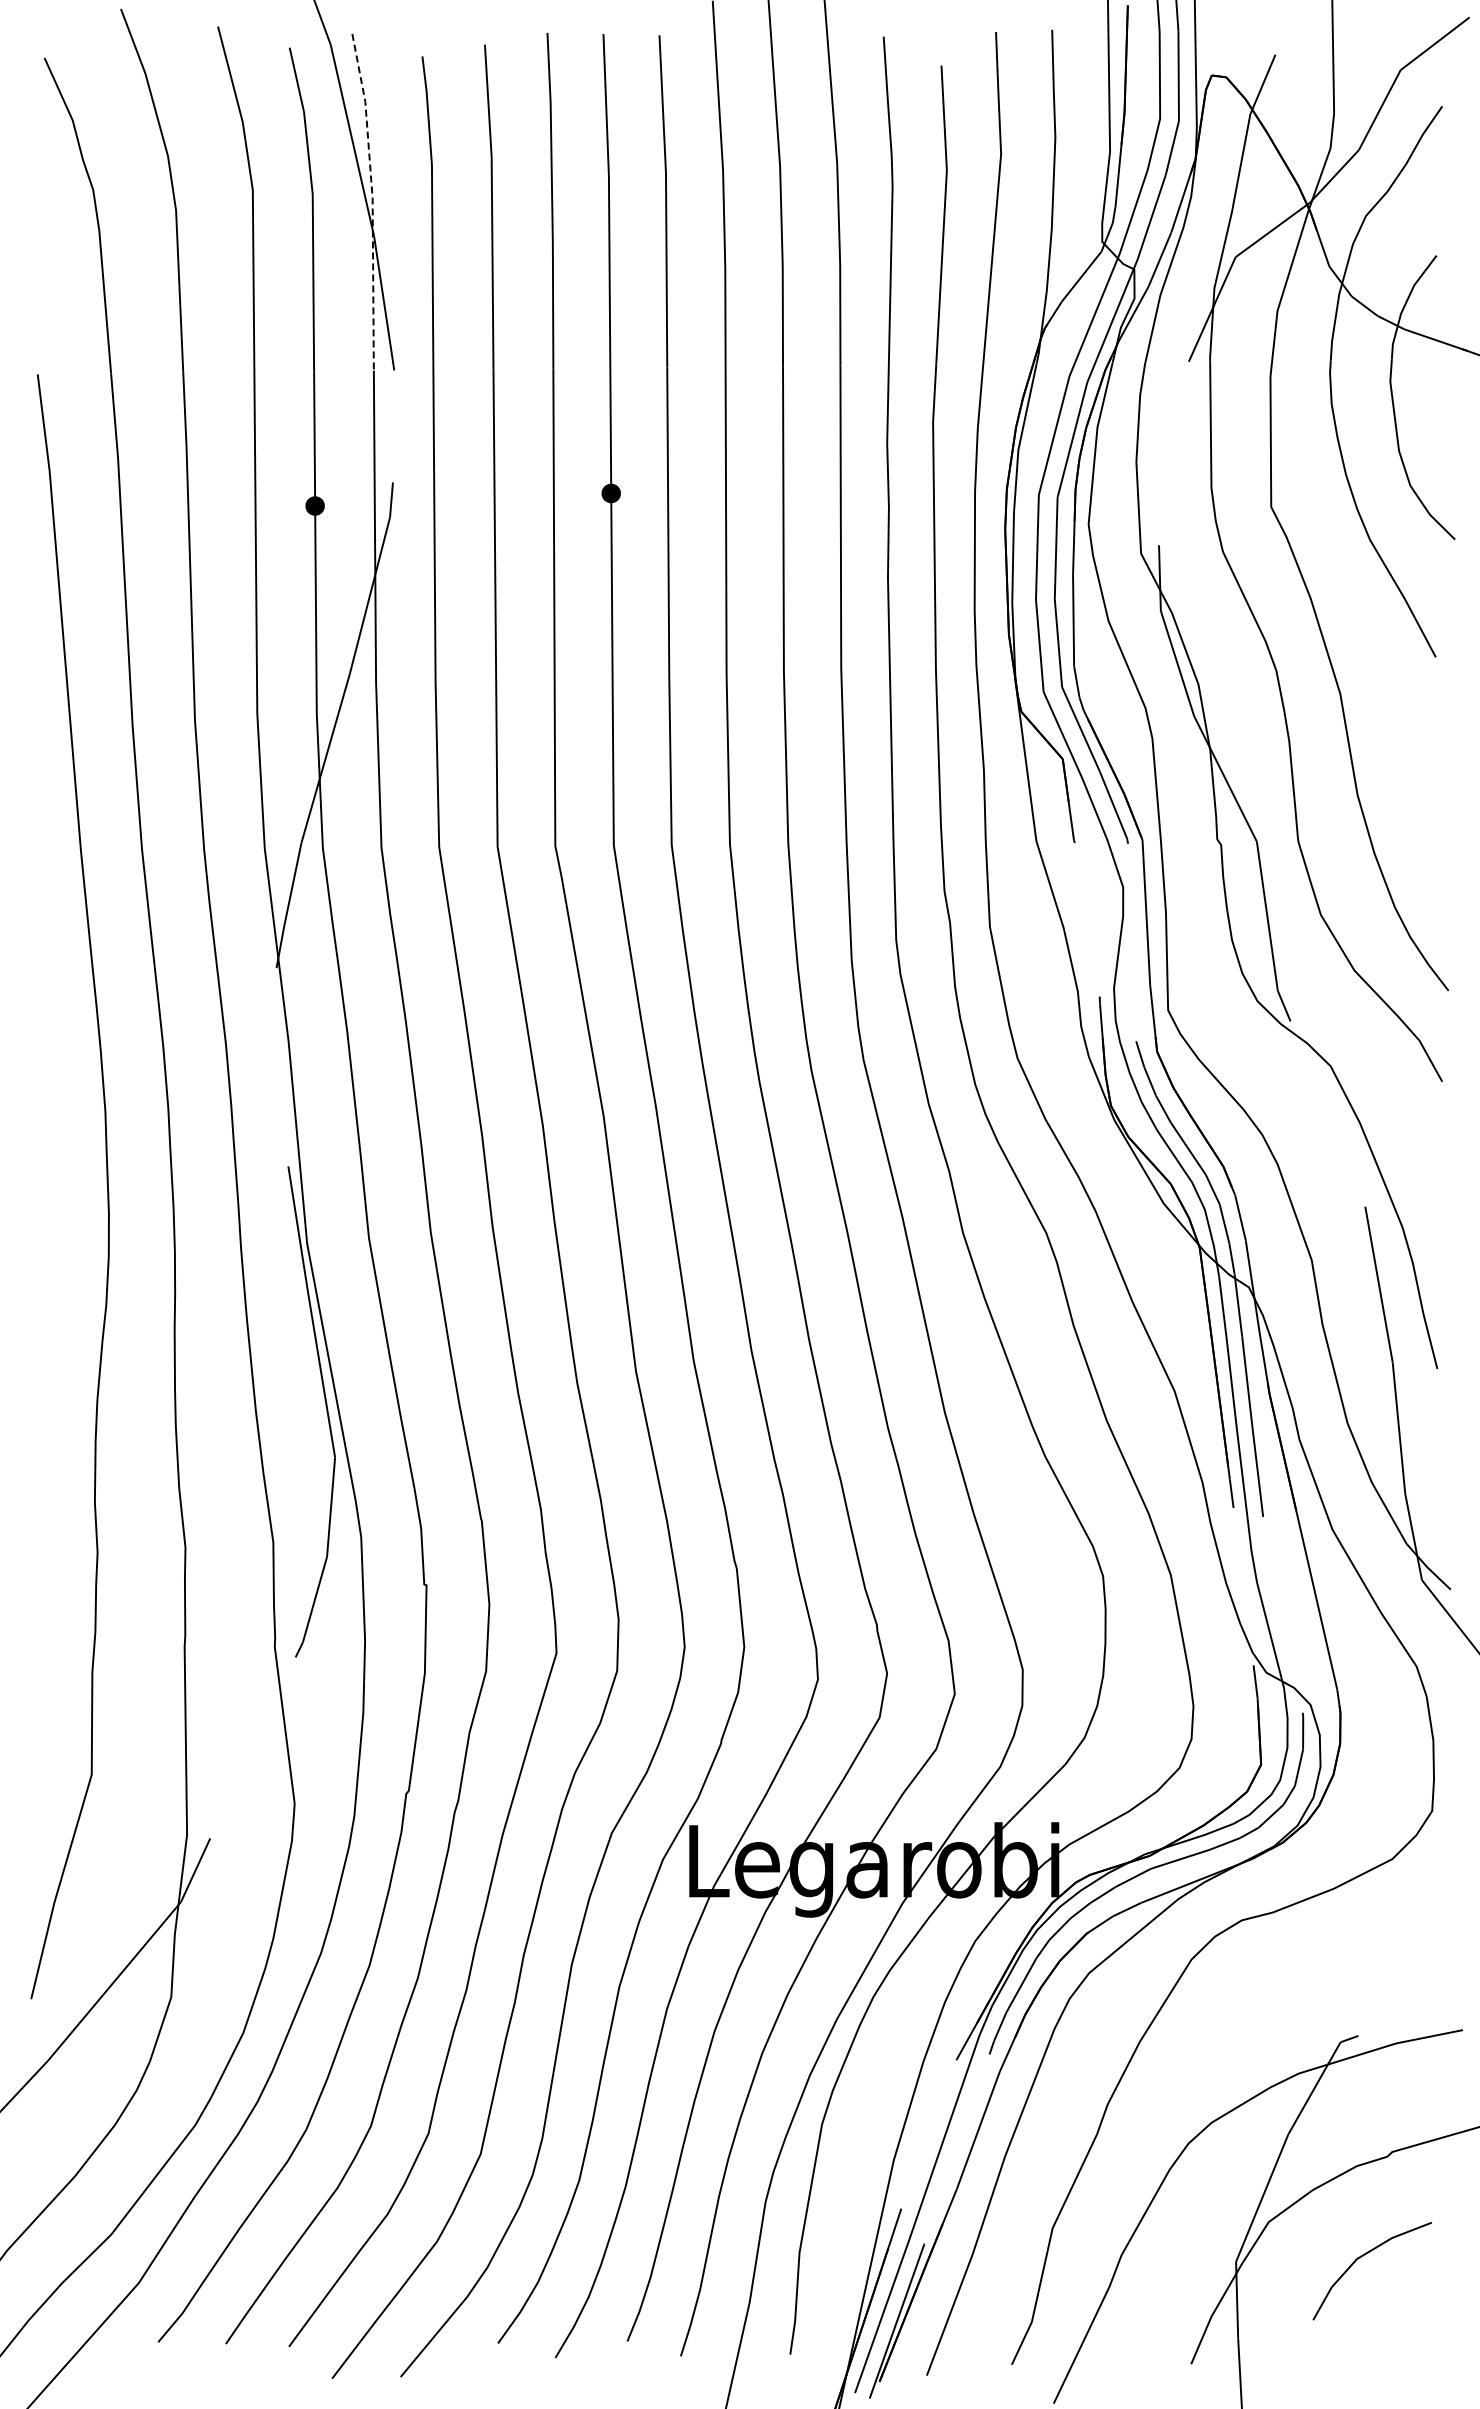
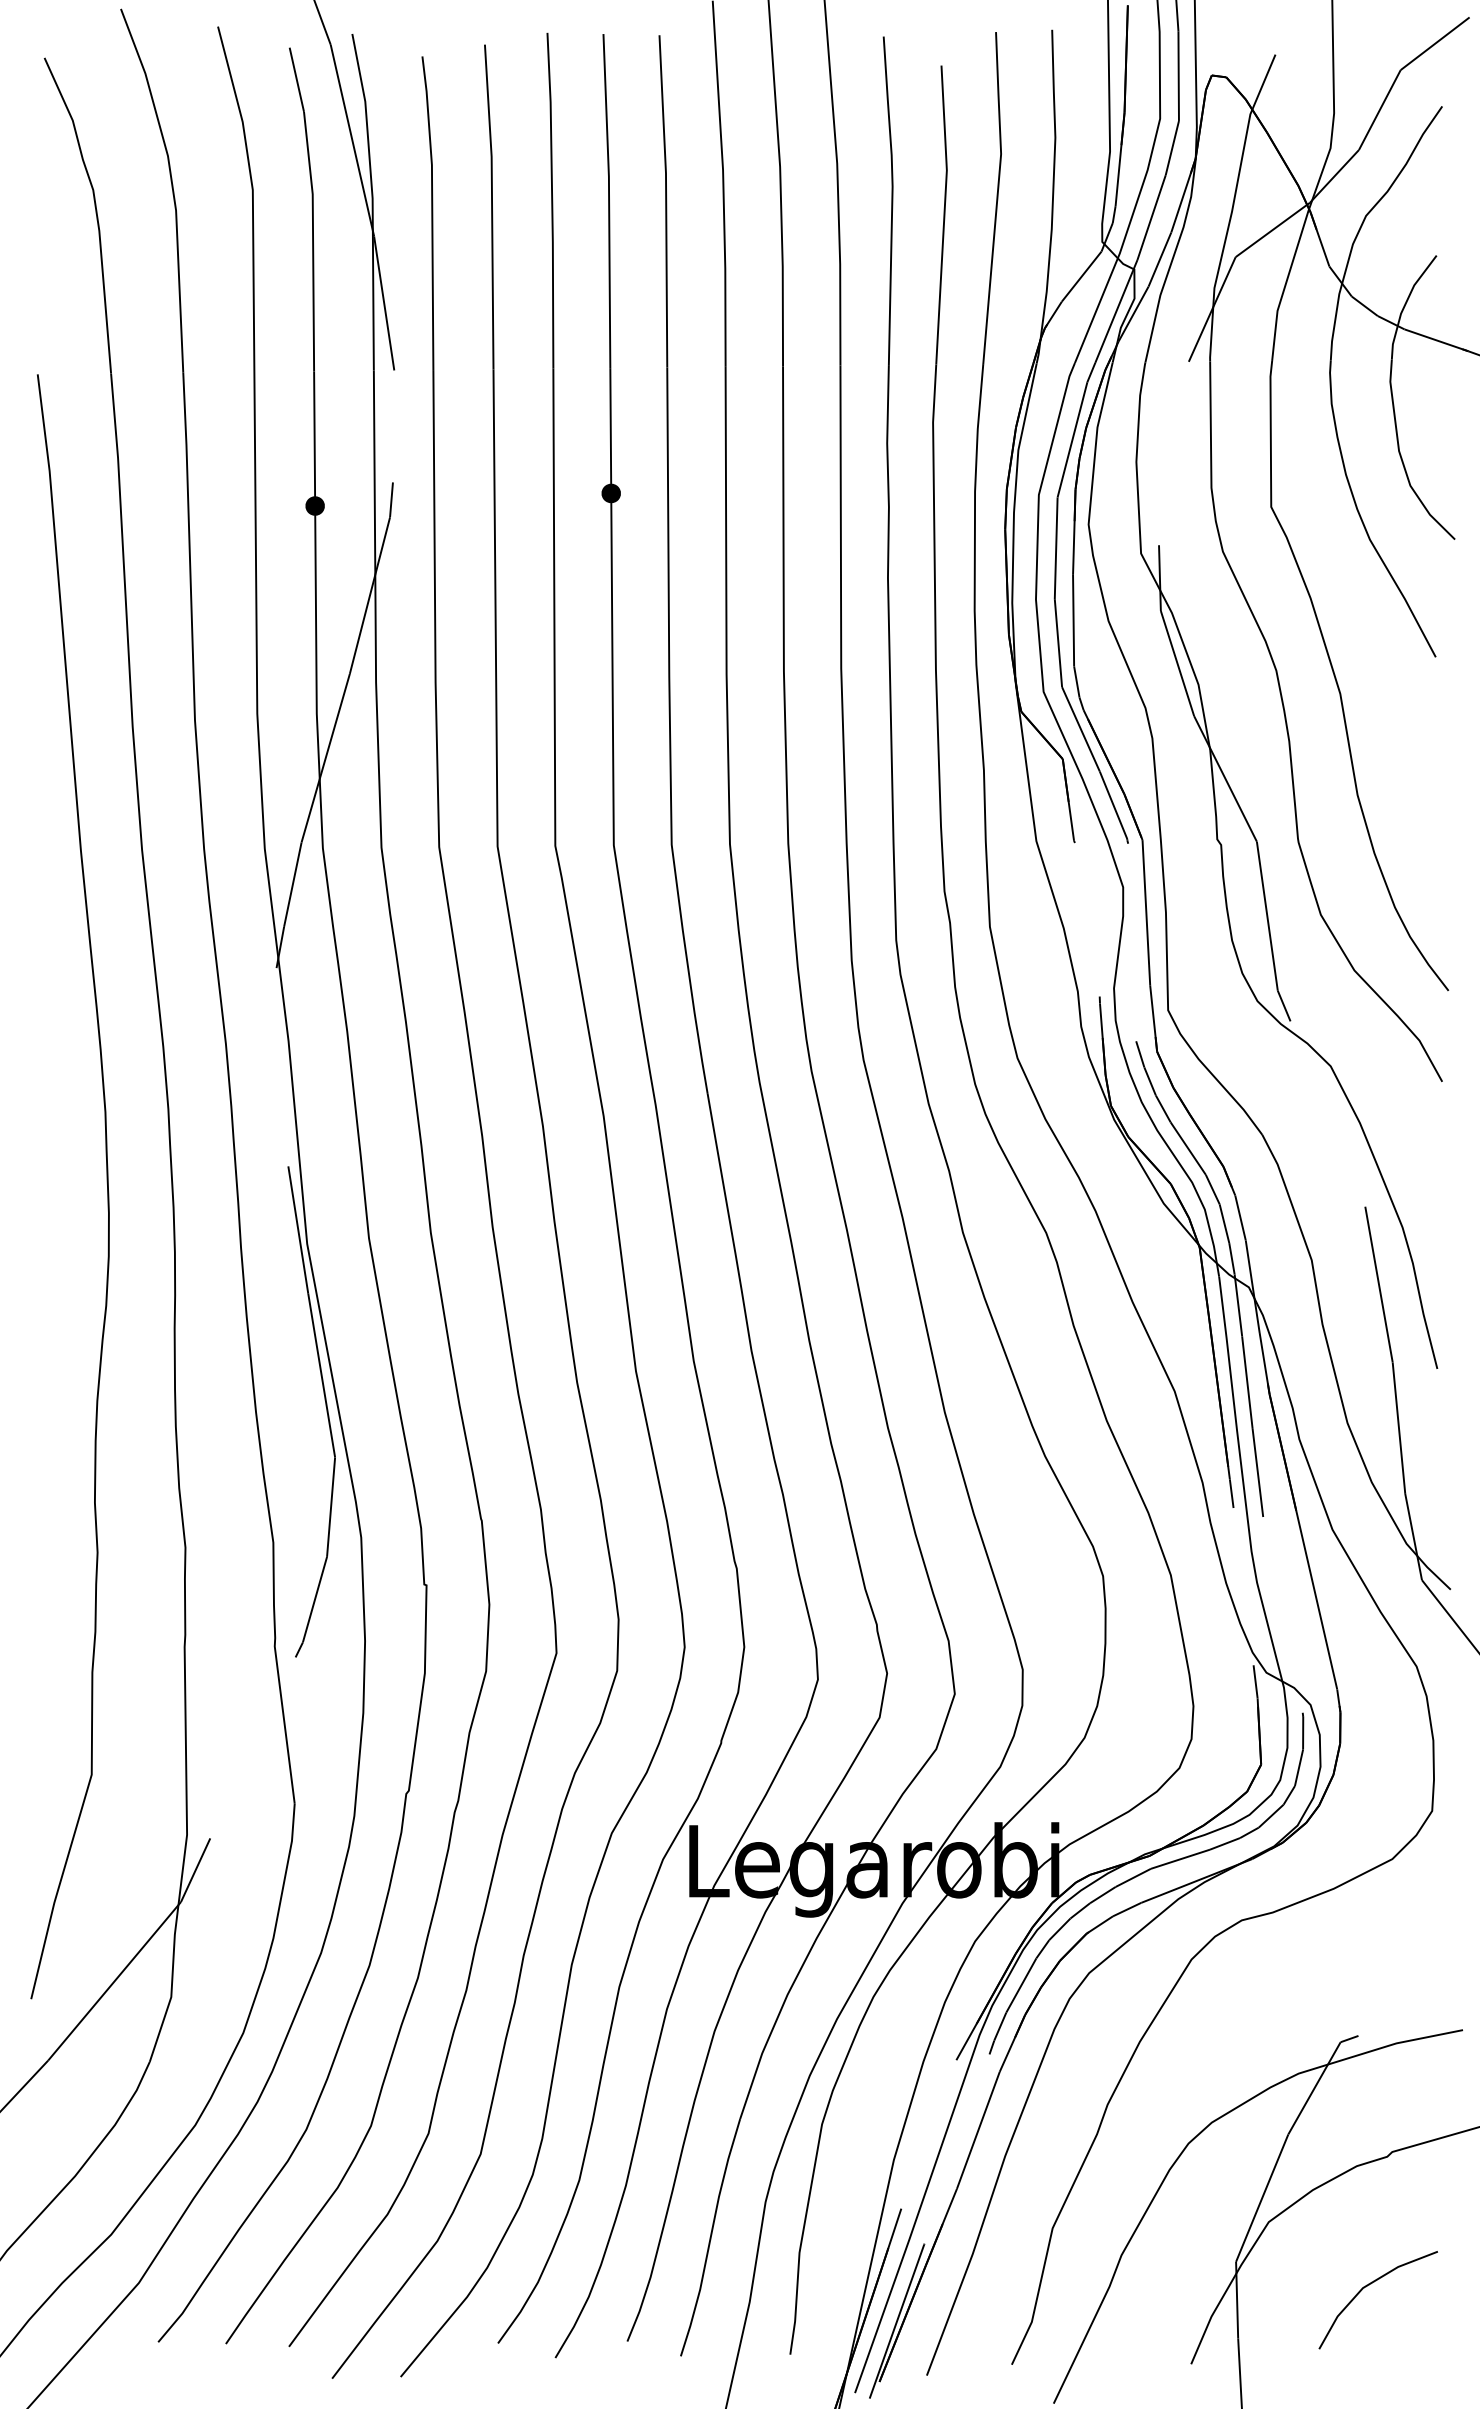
line at (372, 200): dashed -> solid
line at (1363, 2256) position: (1363, 2256) -> (1369, 2285)
